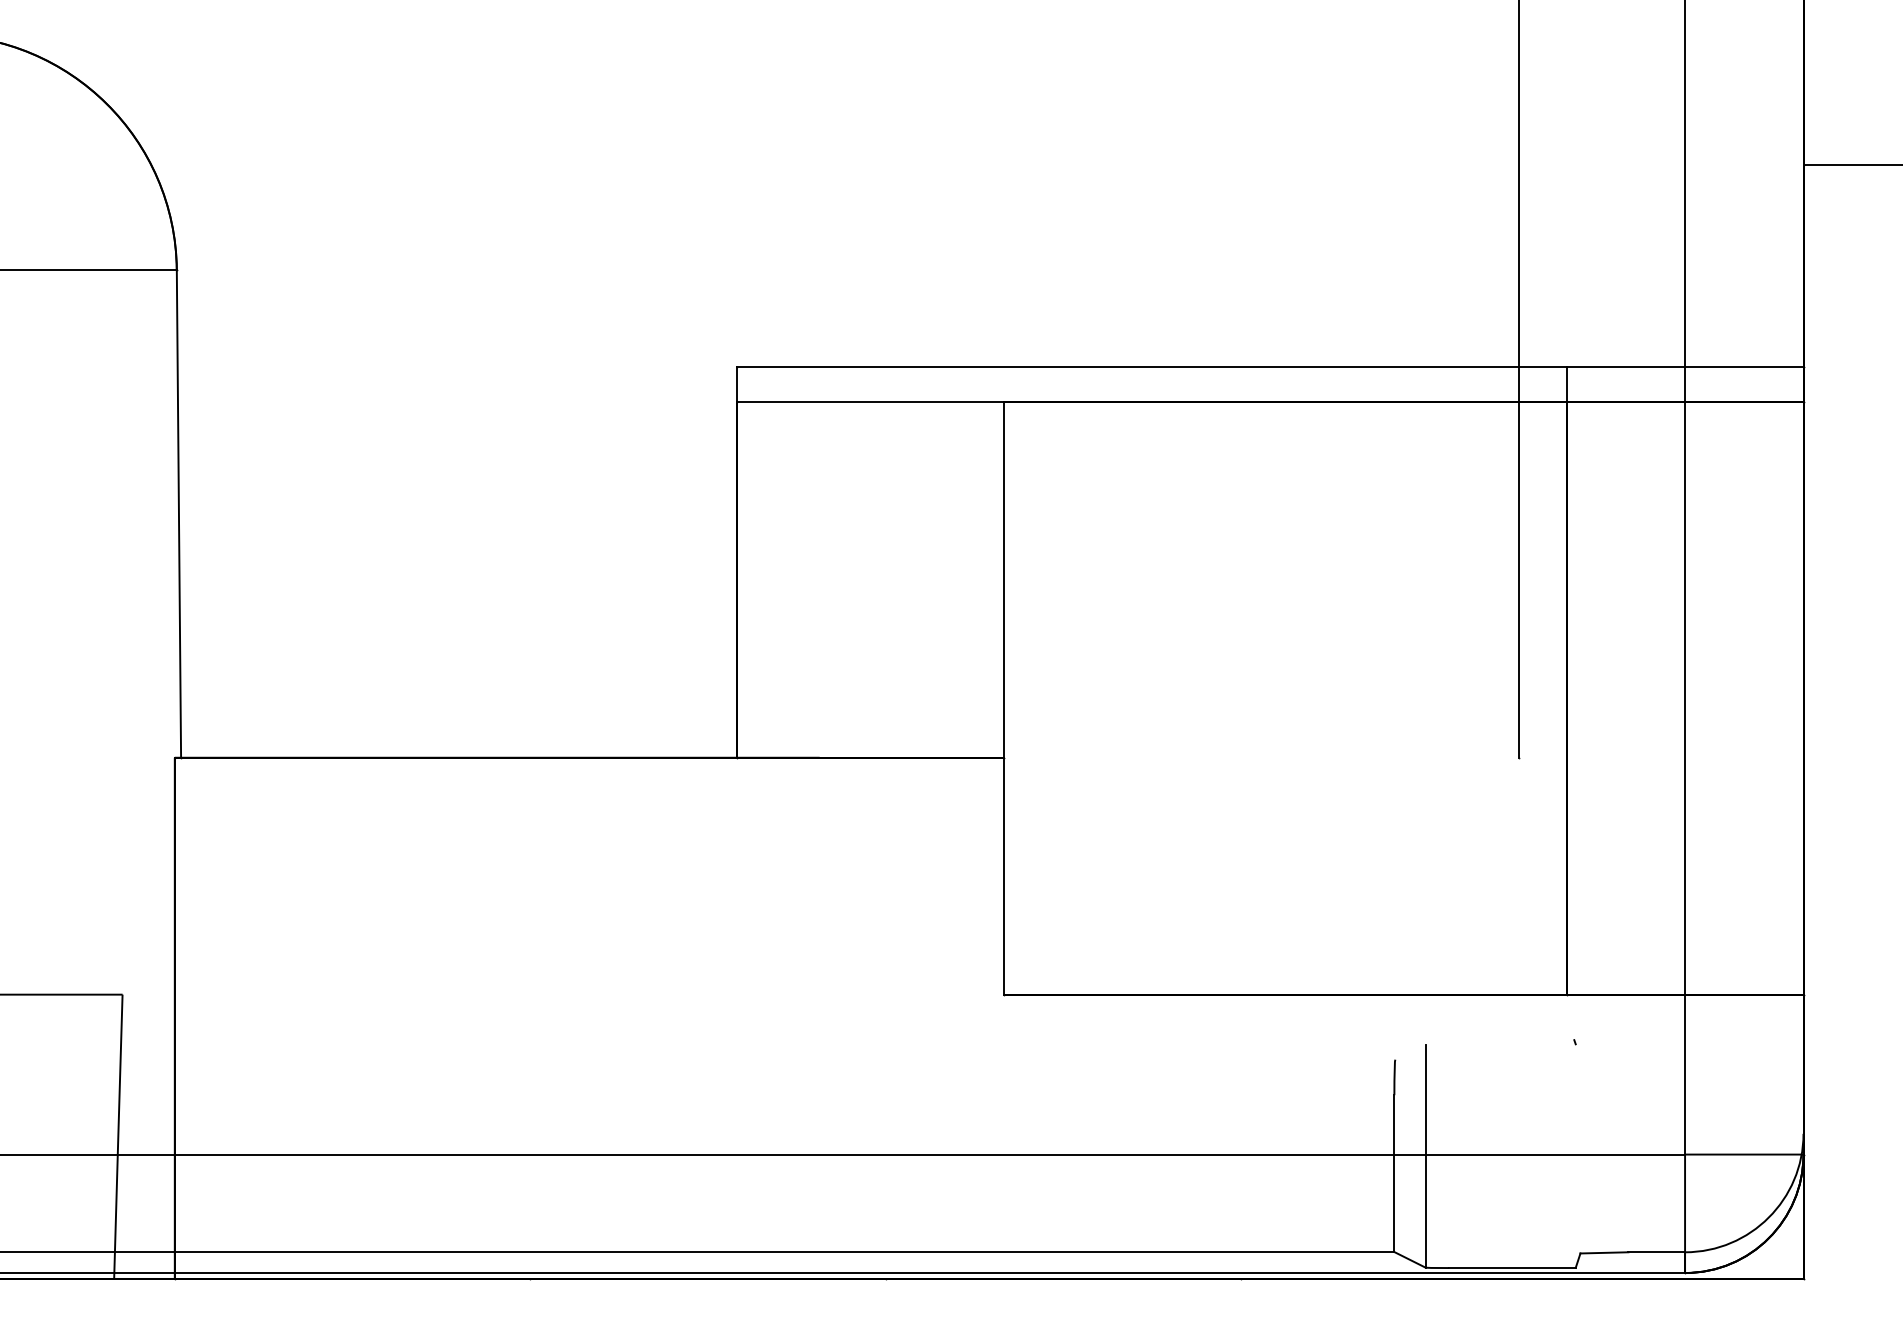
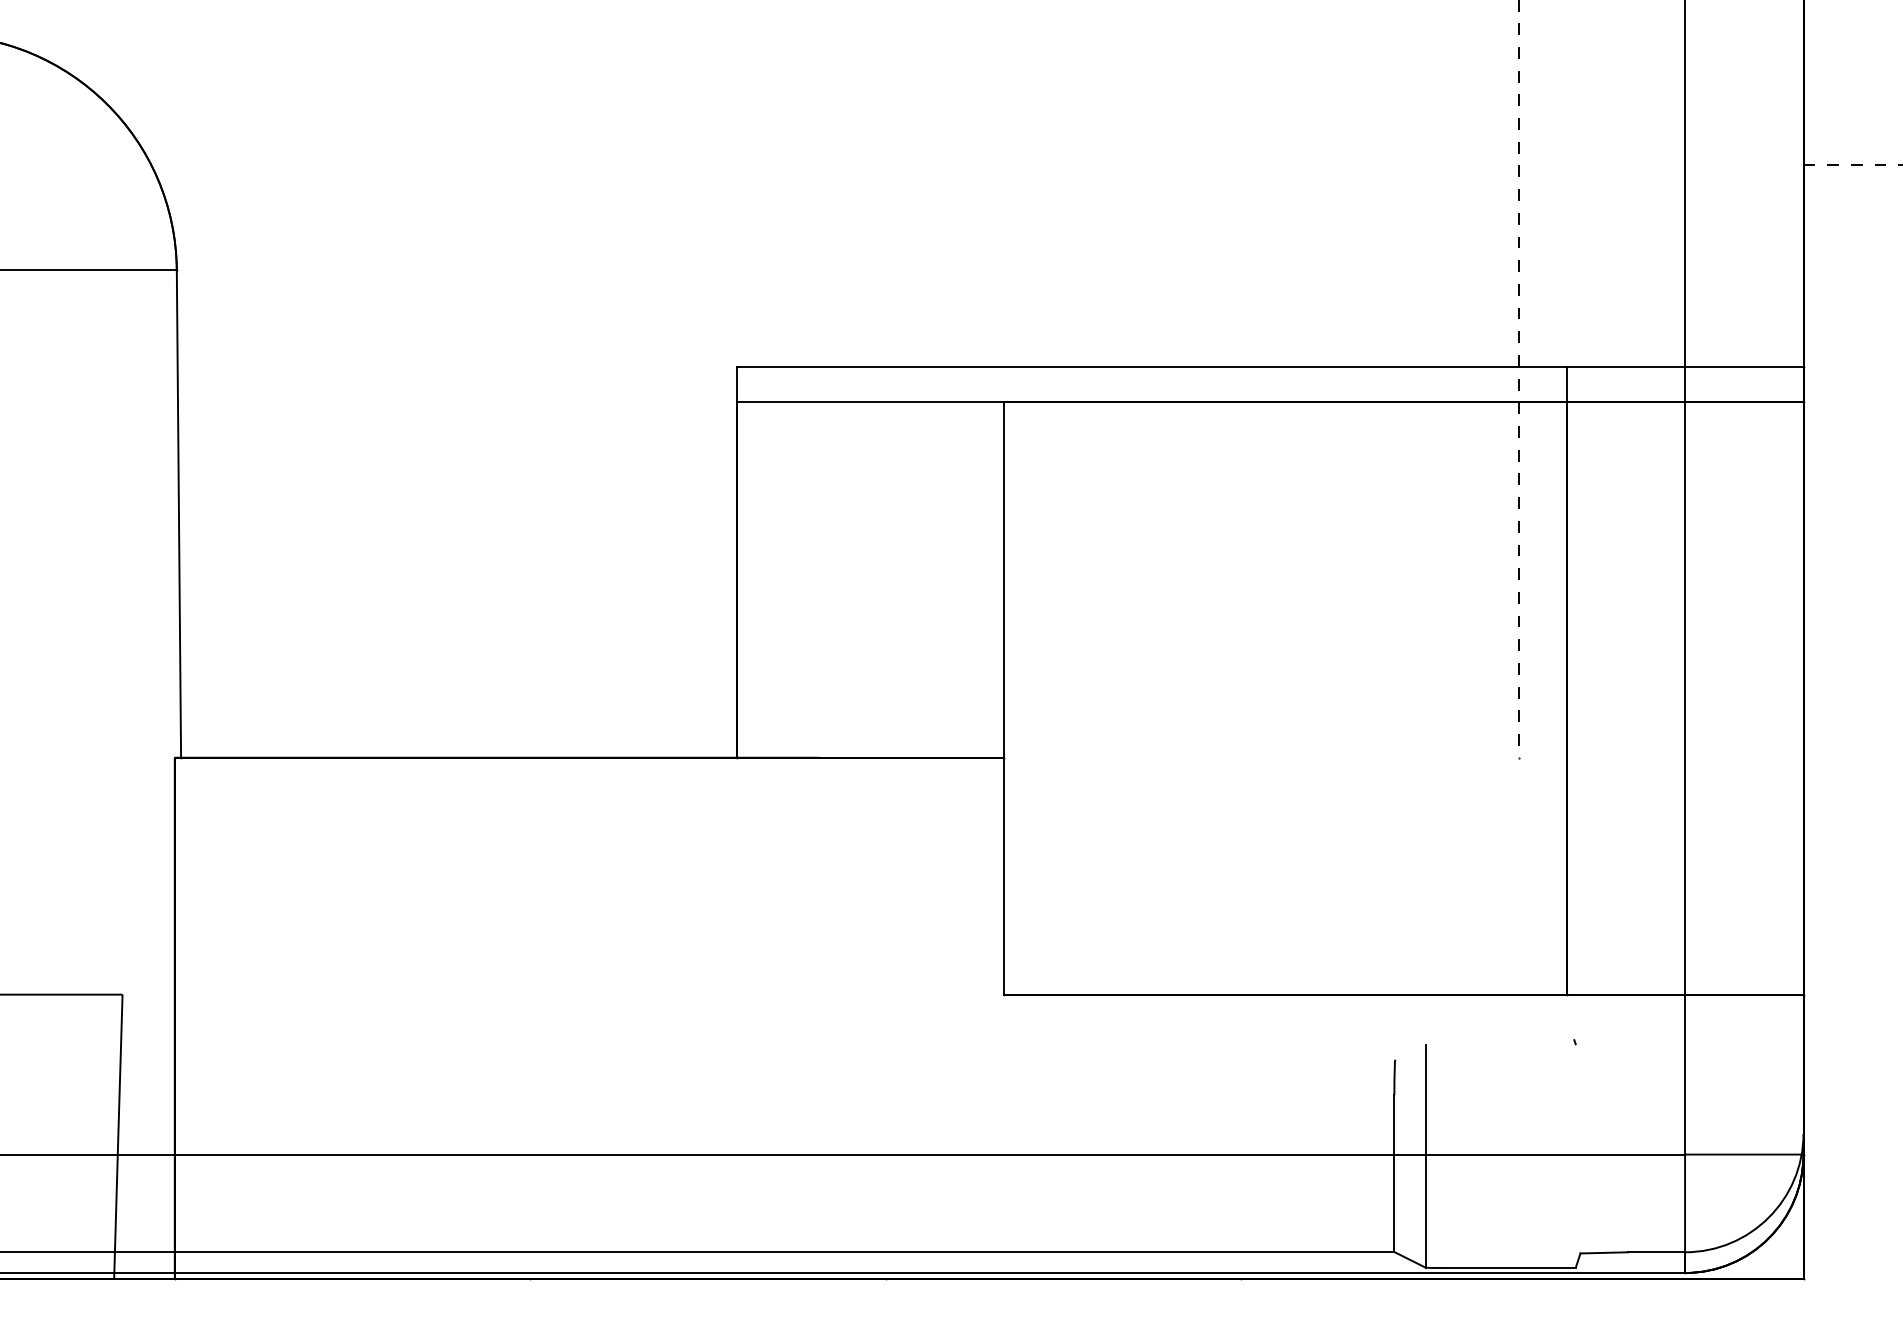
line at (1853, 165): solid -> dashed
line at (1519, 378): solid -> dashed
